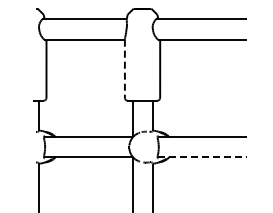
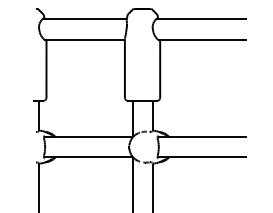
line at (124, 69): dashed -> solid
line at (202, 157): dashed -> solid
